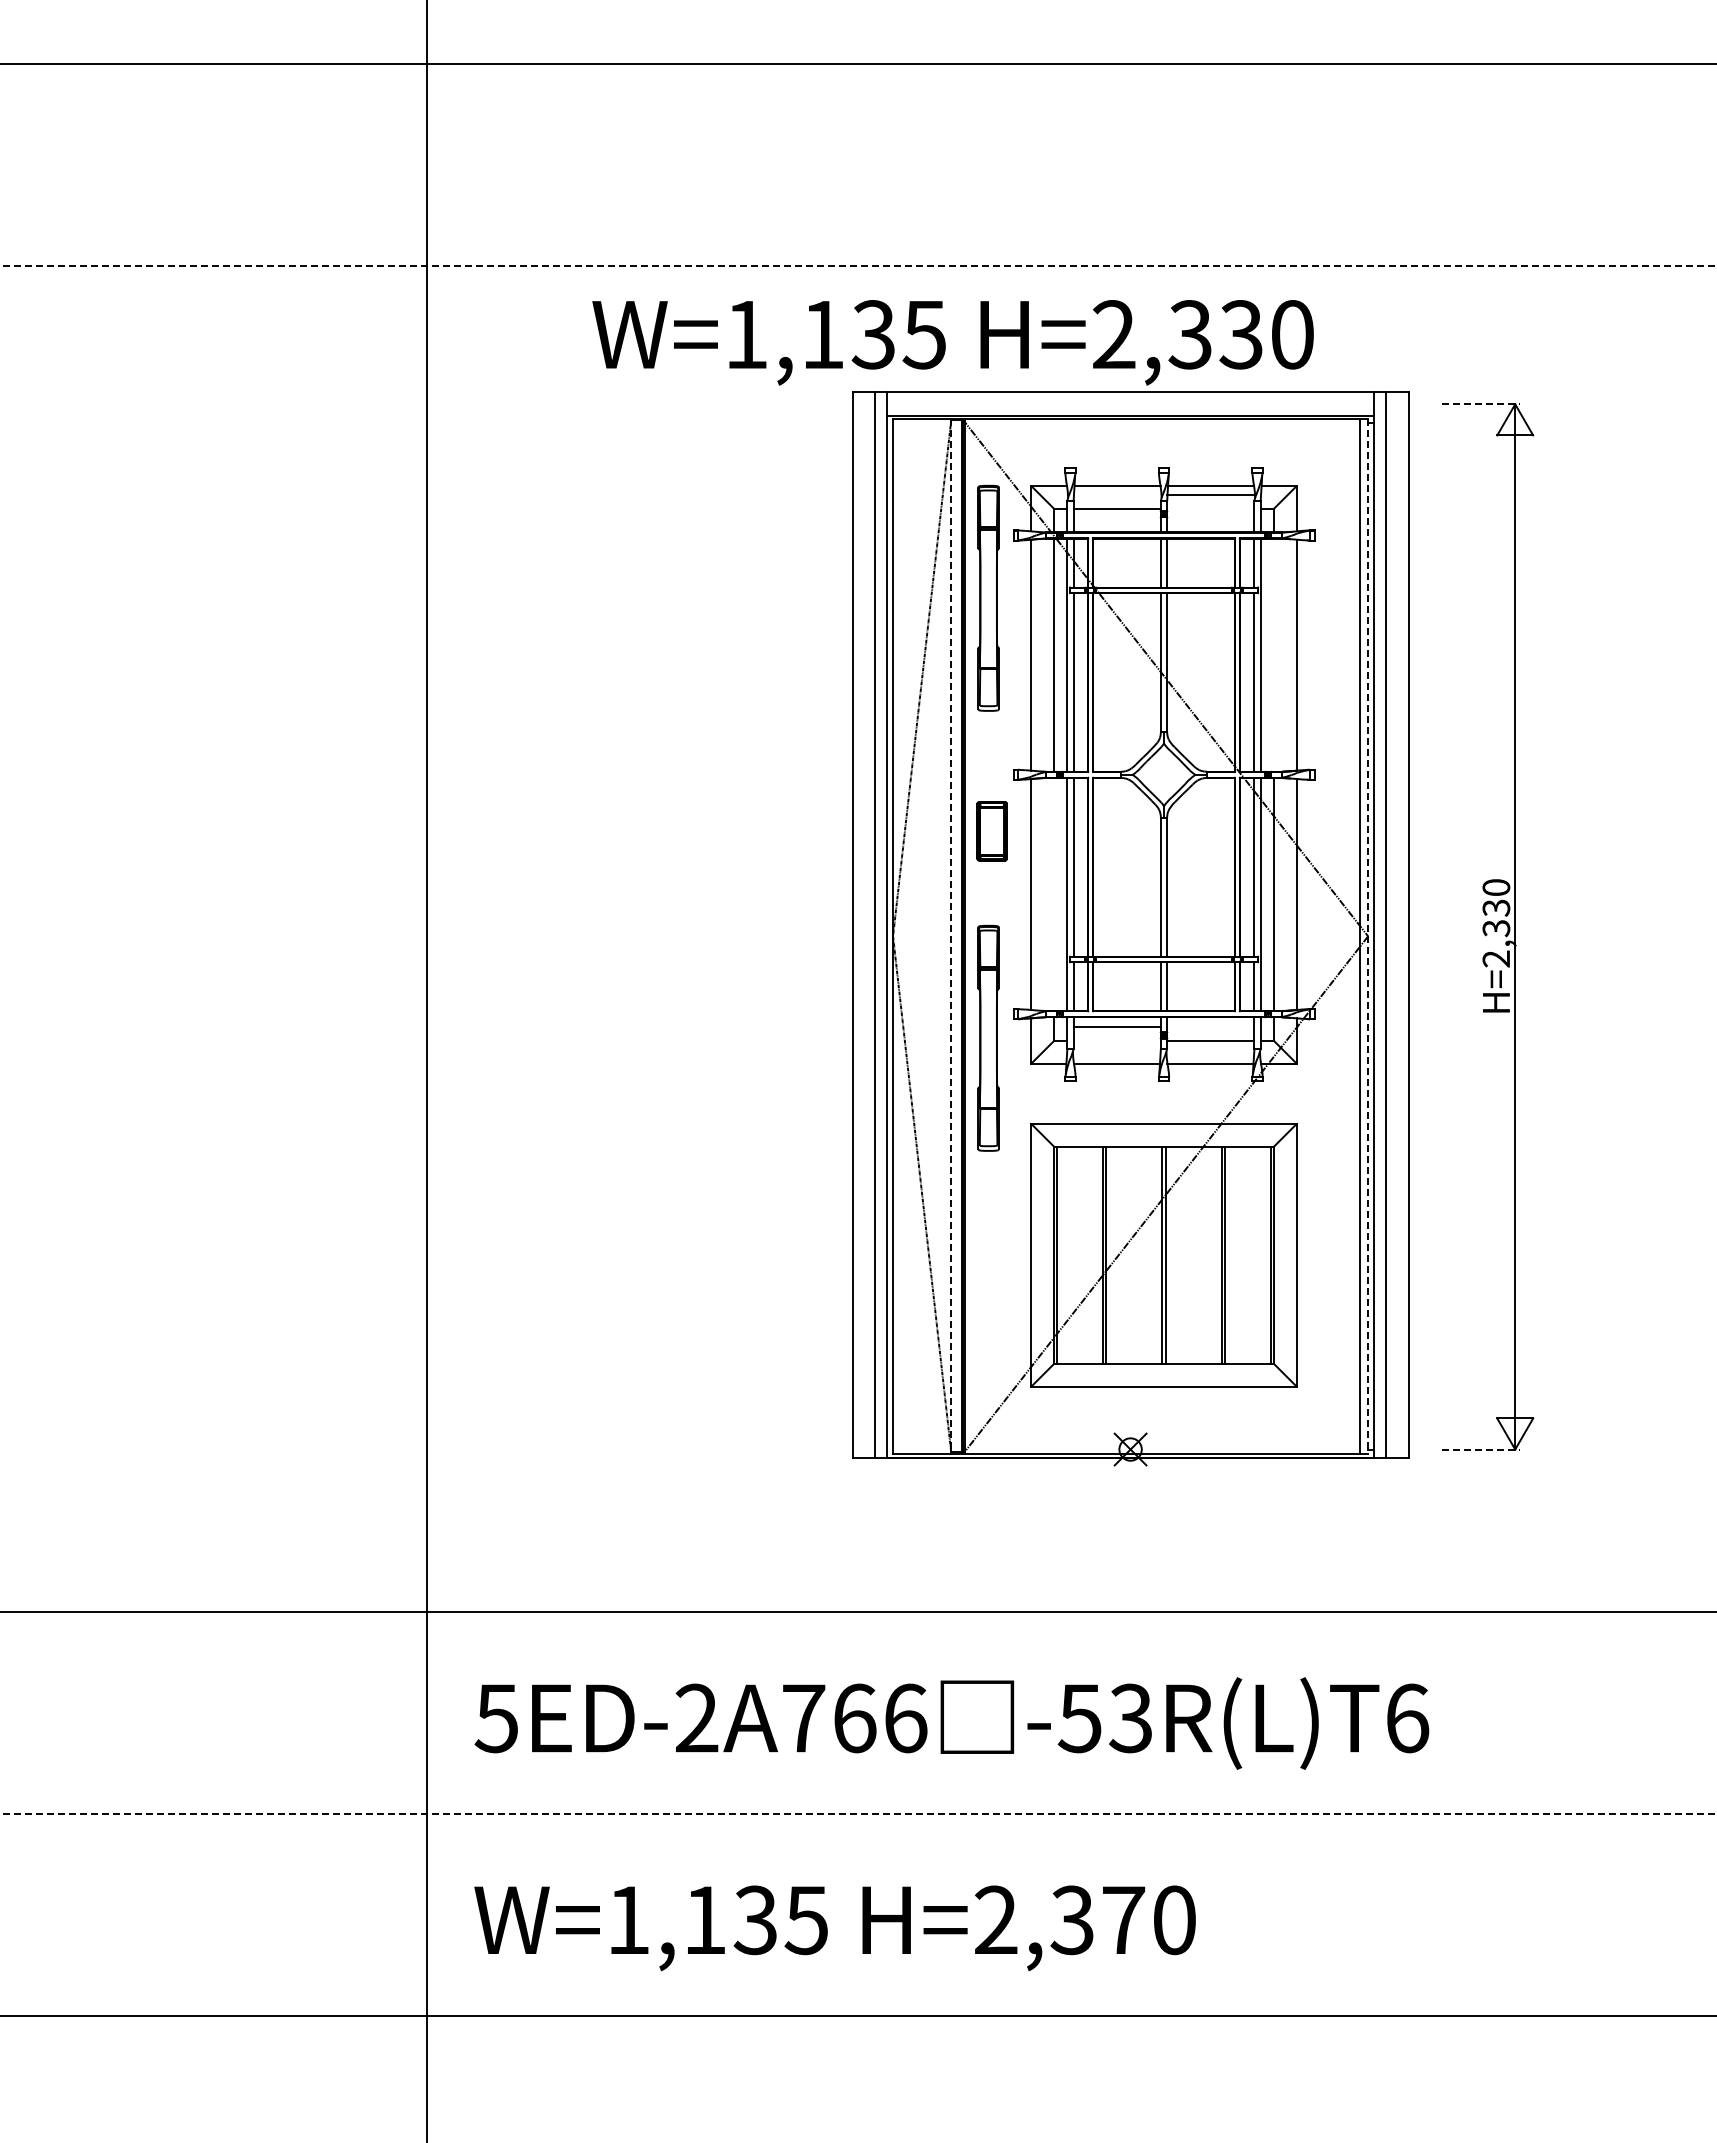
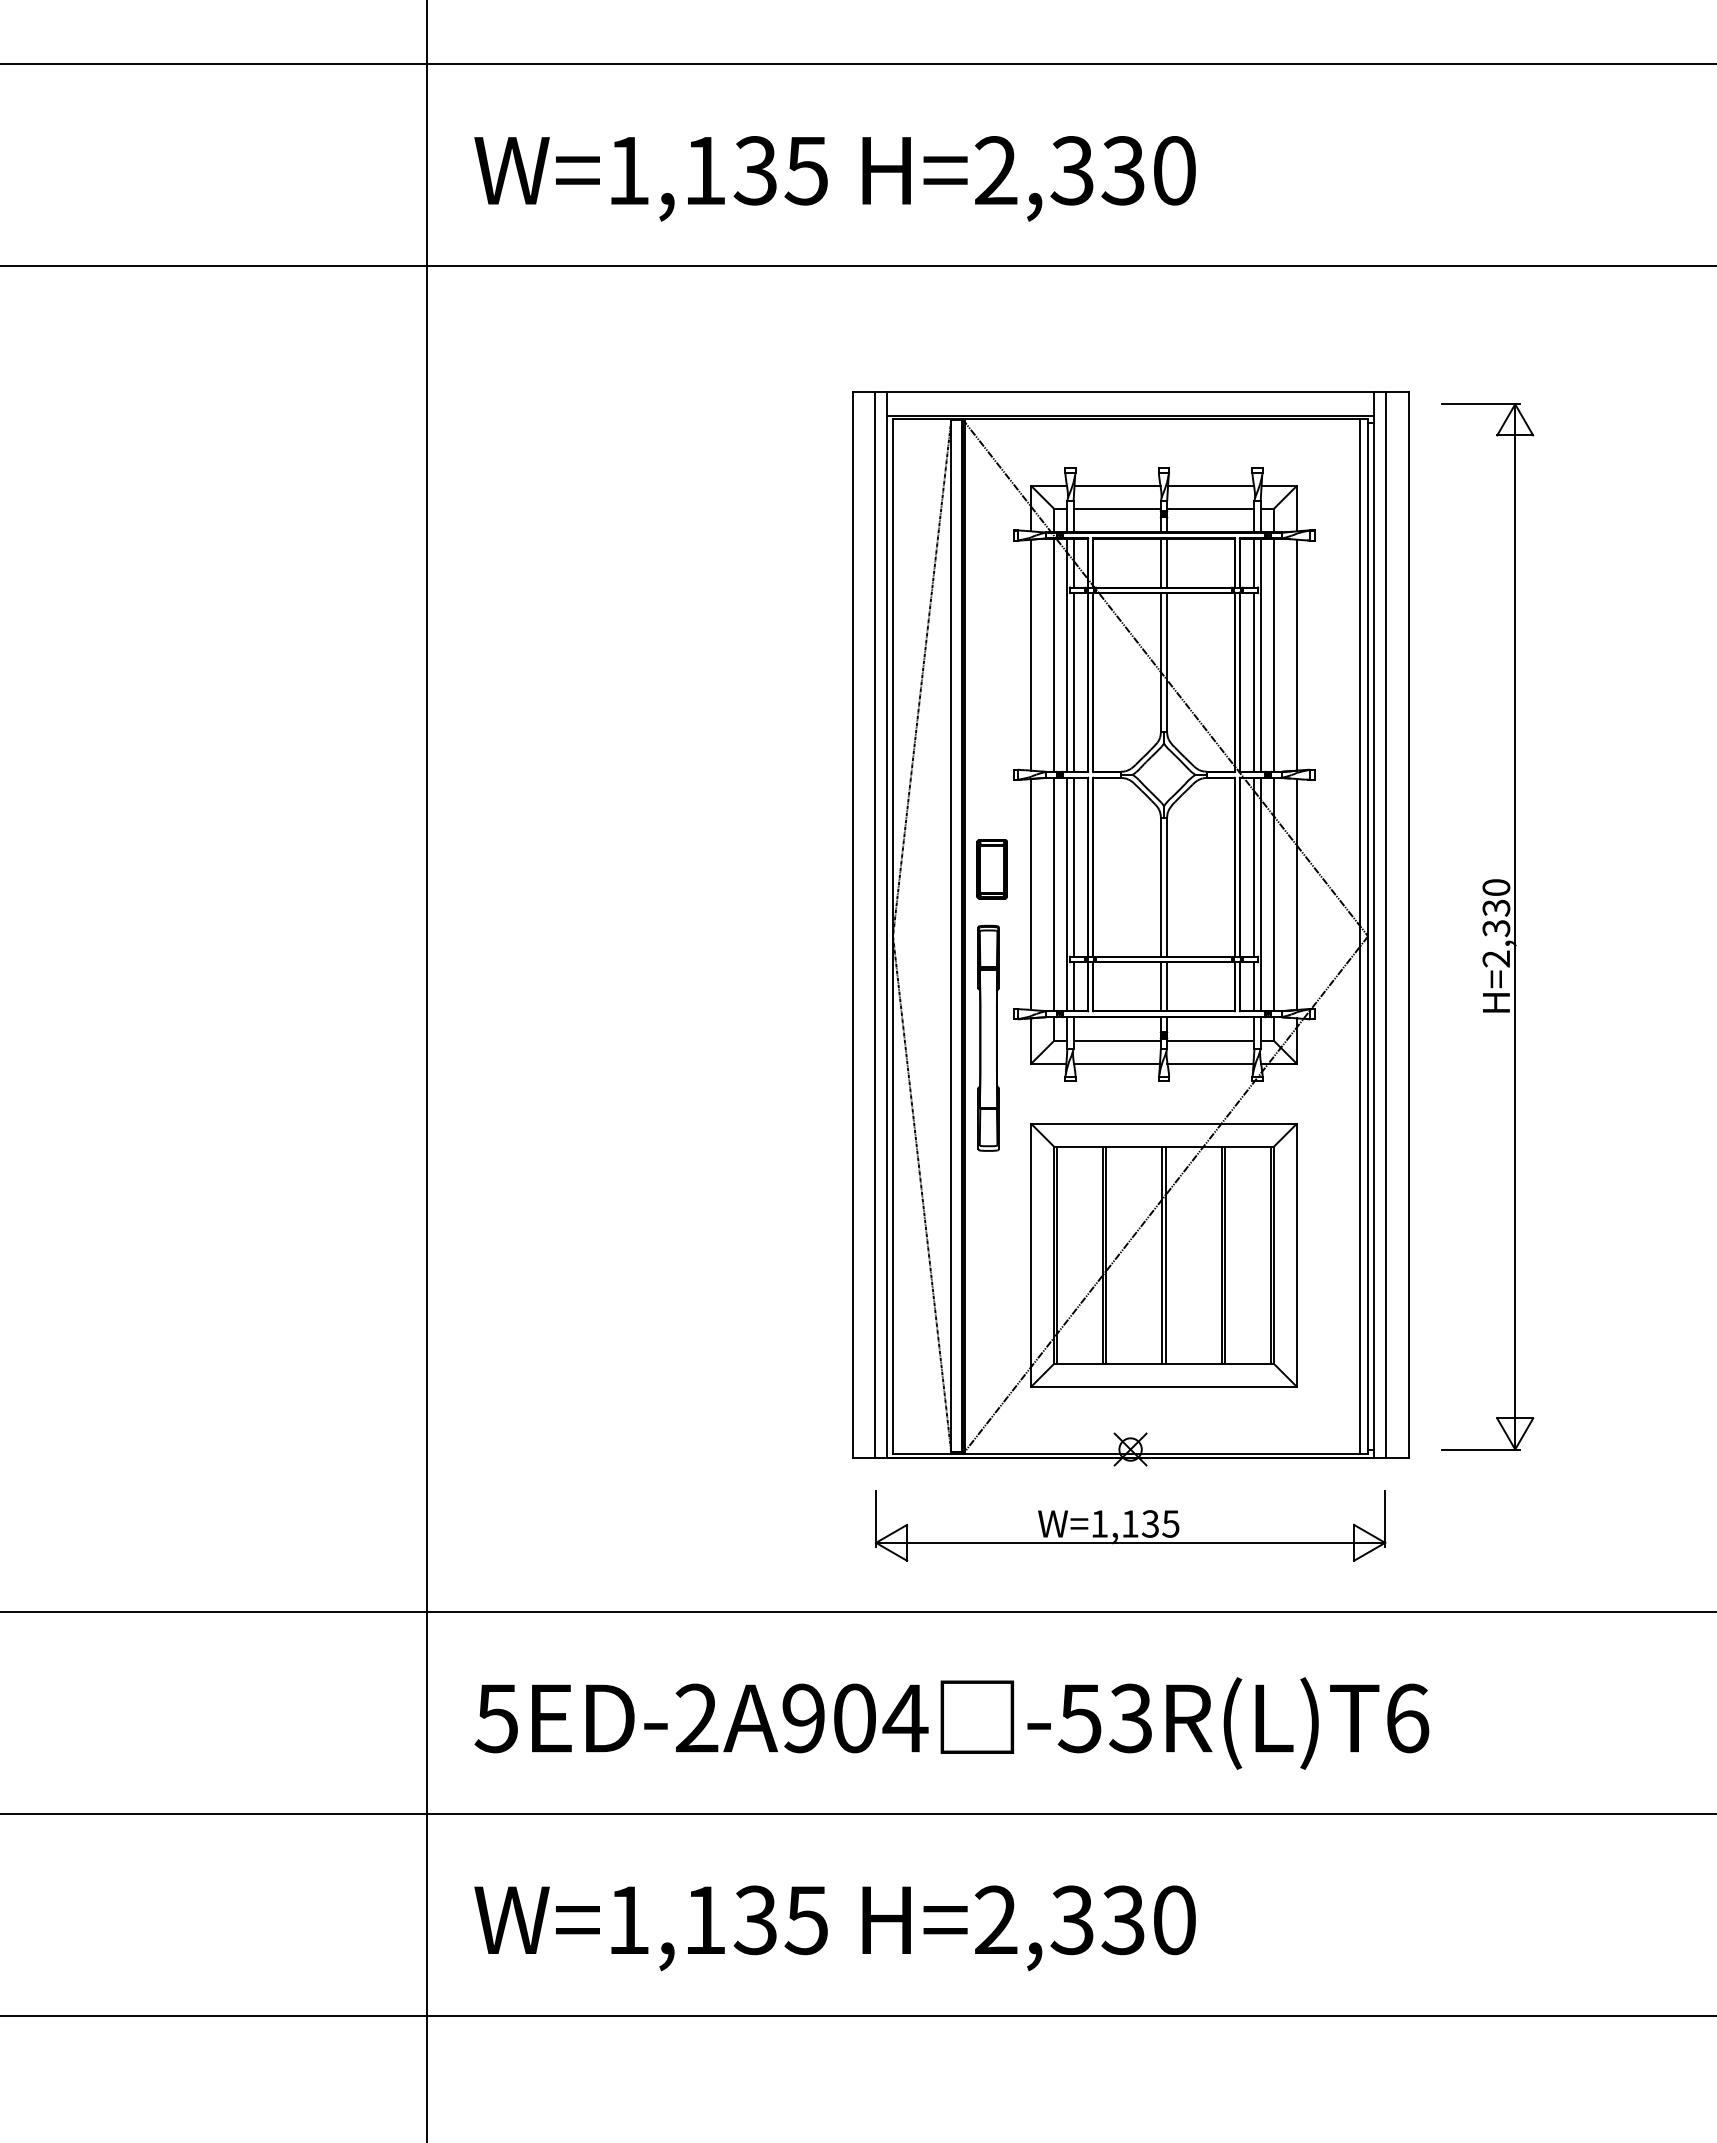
line at (859, 266): dashed -> solid
text at (952, 342) position: (952, 342) -> (834, 178)
line at (1480, 404): dashed -> solid
line at (1210, 494) position: (1210, 494) -> (1210, 508)
part at (988, 597): present -> none
line at (1274, 654): none -> present
part at (991, 831) position: (991, 831) -> (991, 869)
line at (1053, 894): none -> present
line at (951, 936): dashed -> solid
line at (1368, 936): dashed -> solid
line at (1116, 1027) position: (1116, 1027) -> (1116, 1041)
line at (1480, 1449): dashed -> solid
part at (1130, 1525): none -> present
text at (855, 1718): 5ED-2A766 -> 5ED-2A904
line at (859, 1813): dashed -> solid
text at (1123, 1920): H=2,370 -> H=2,330
